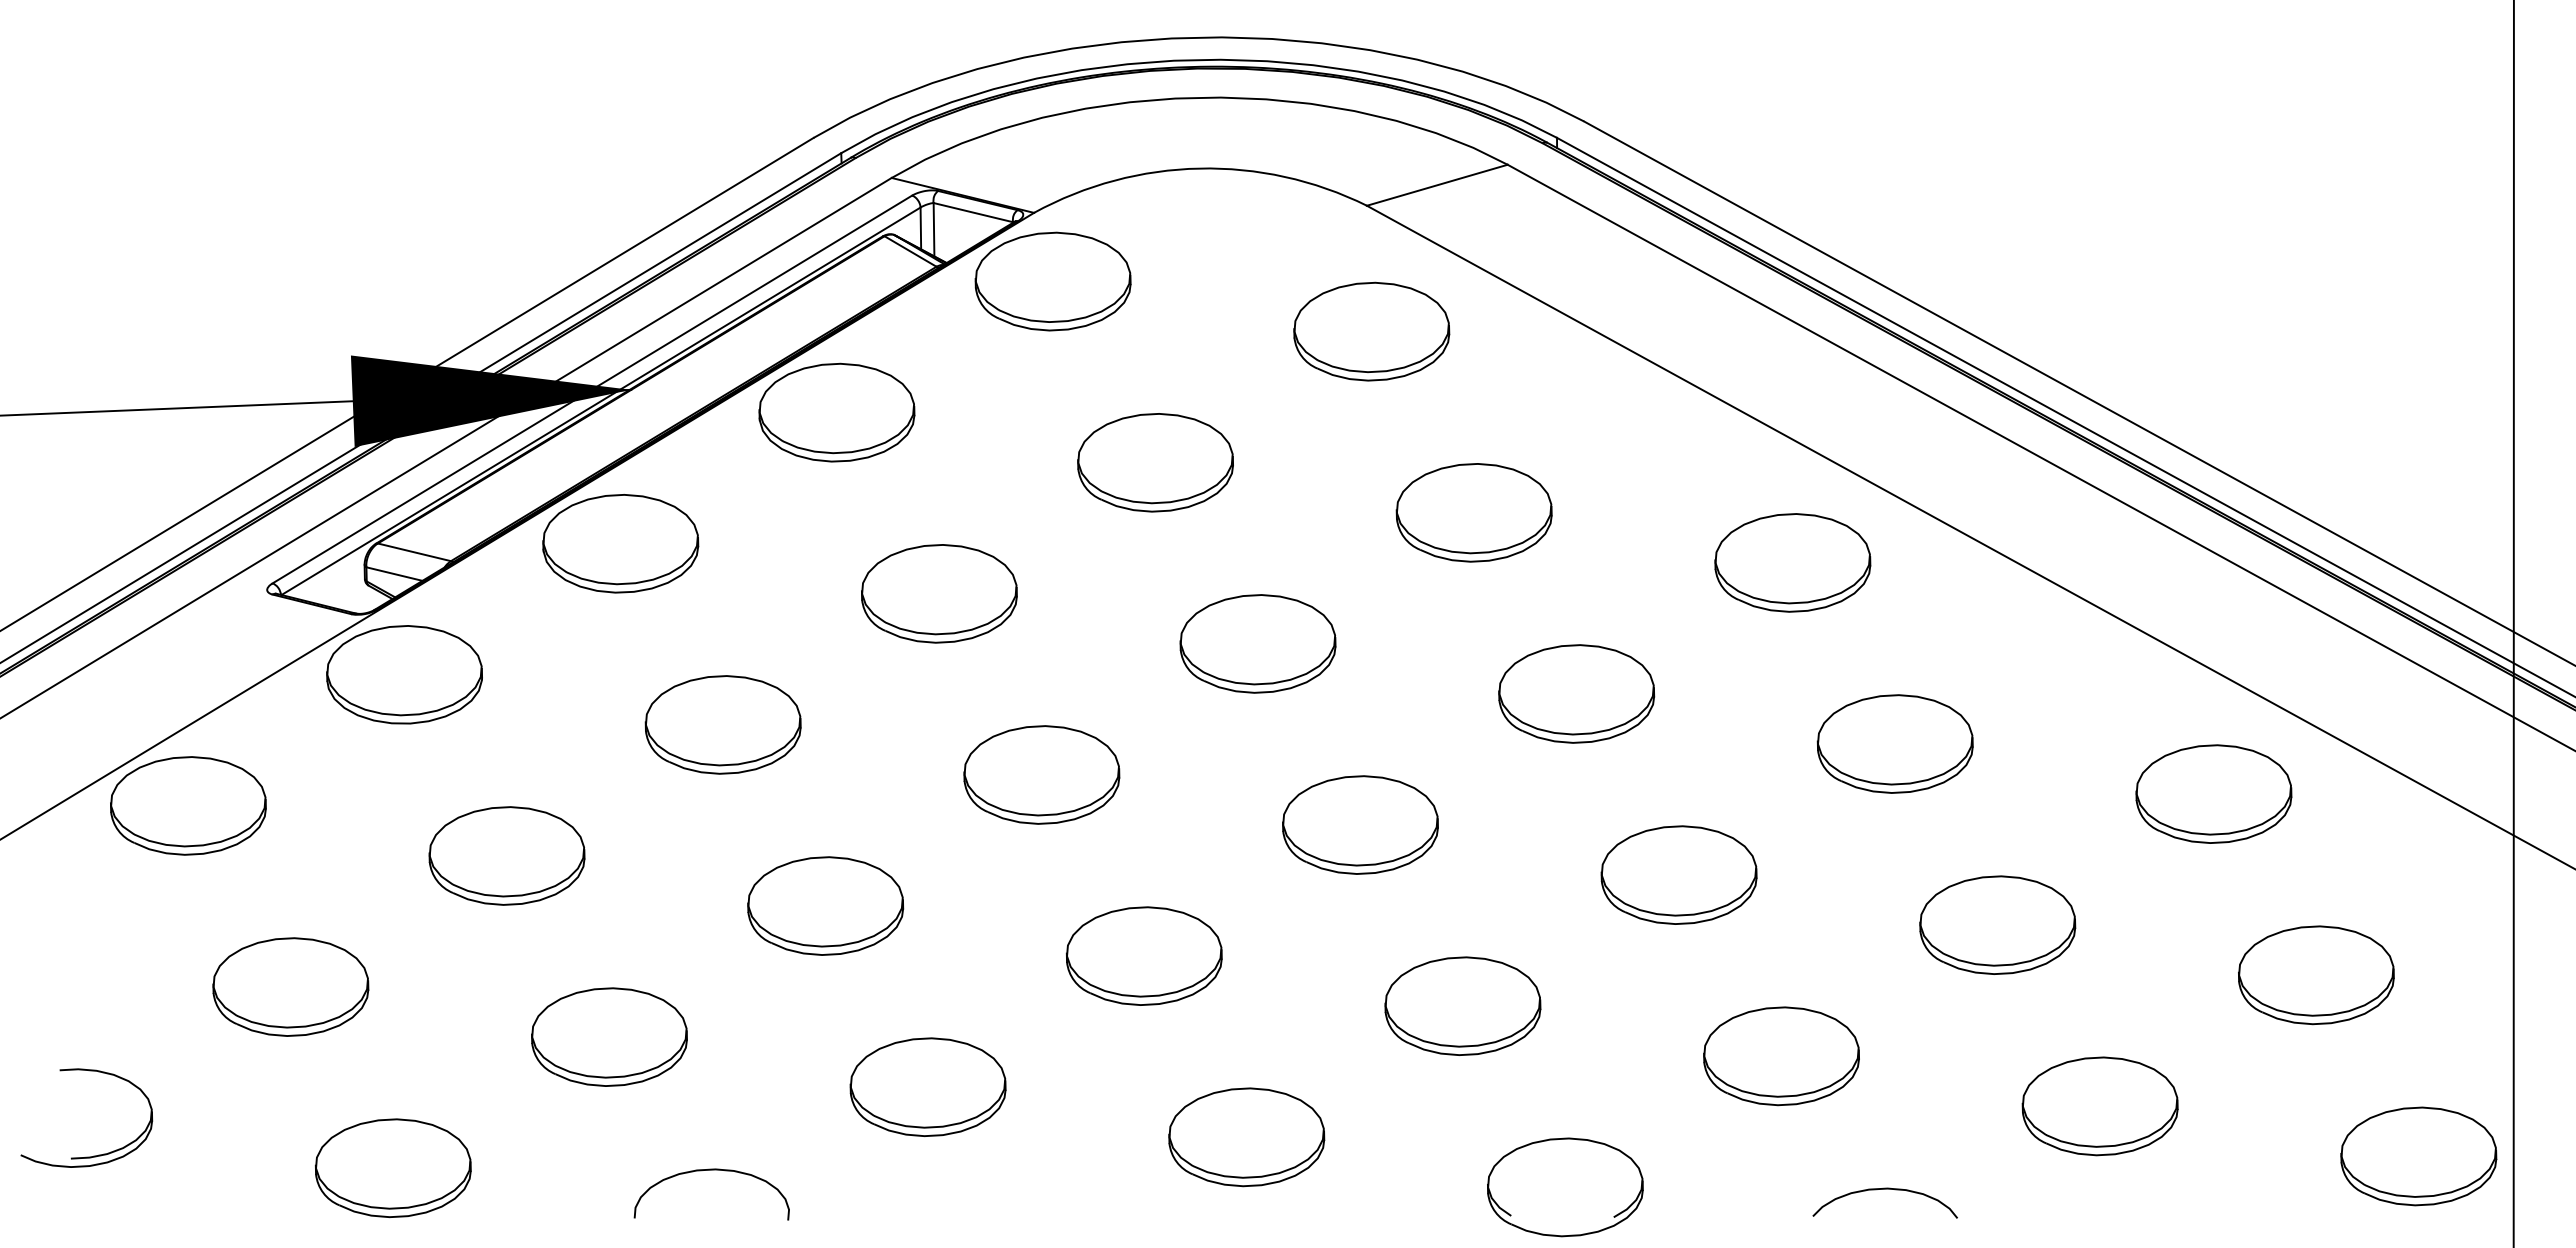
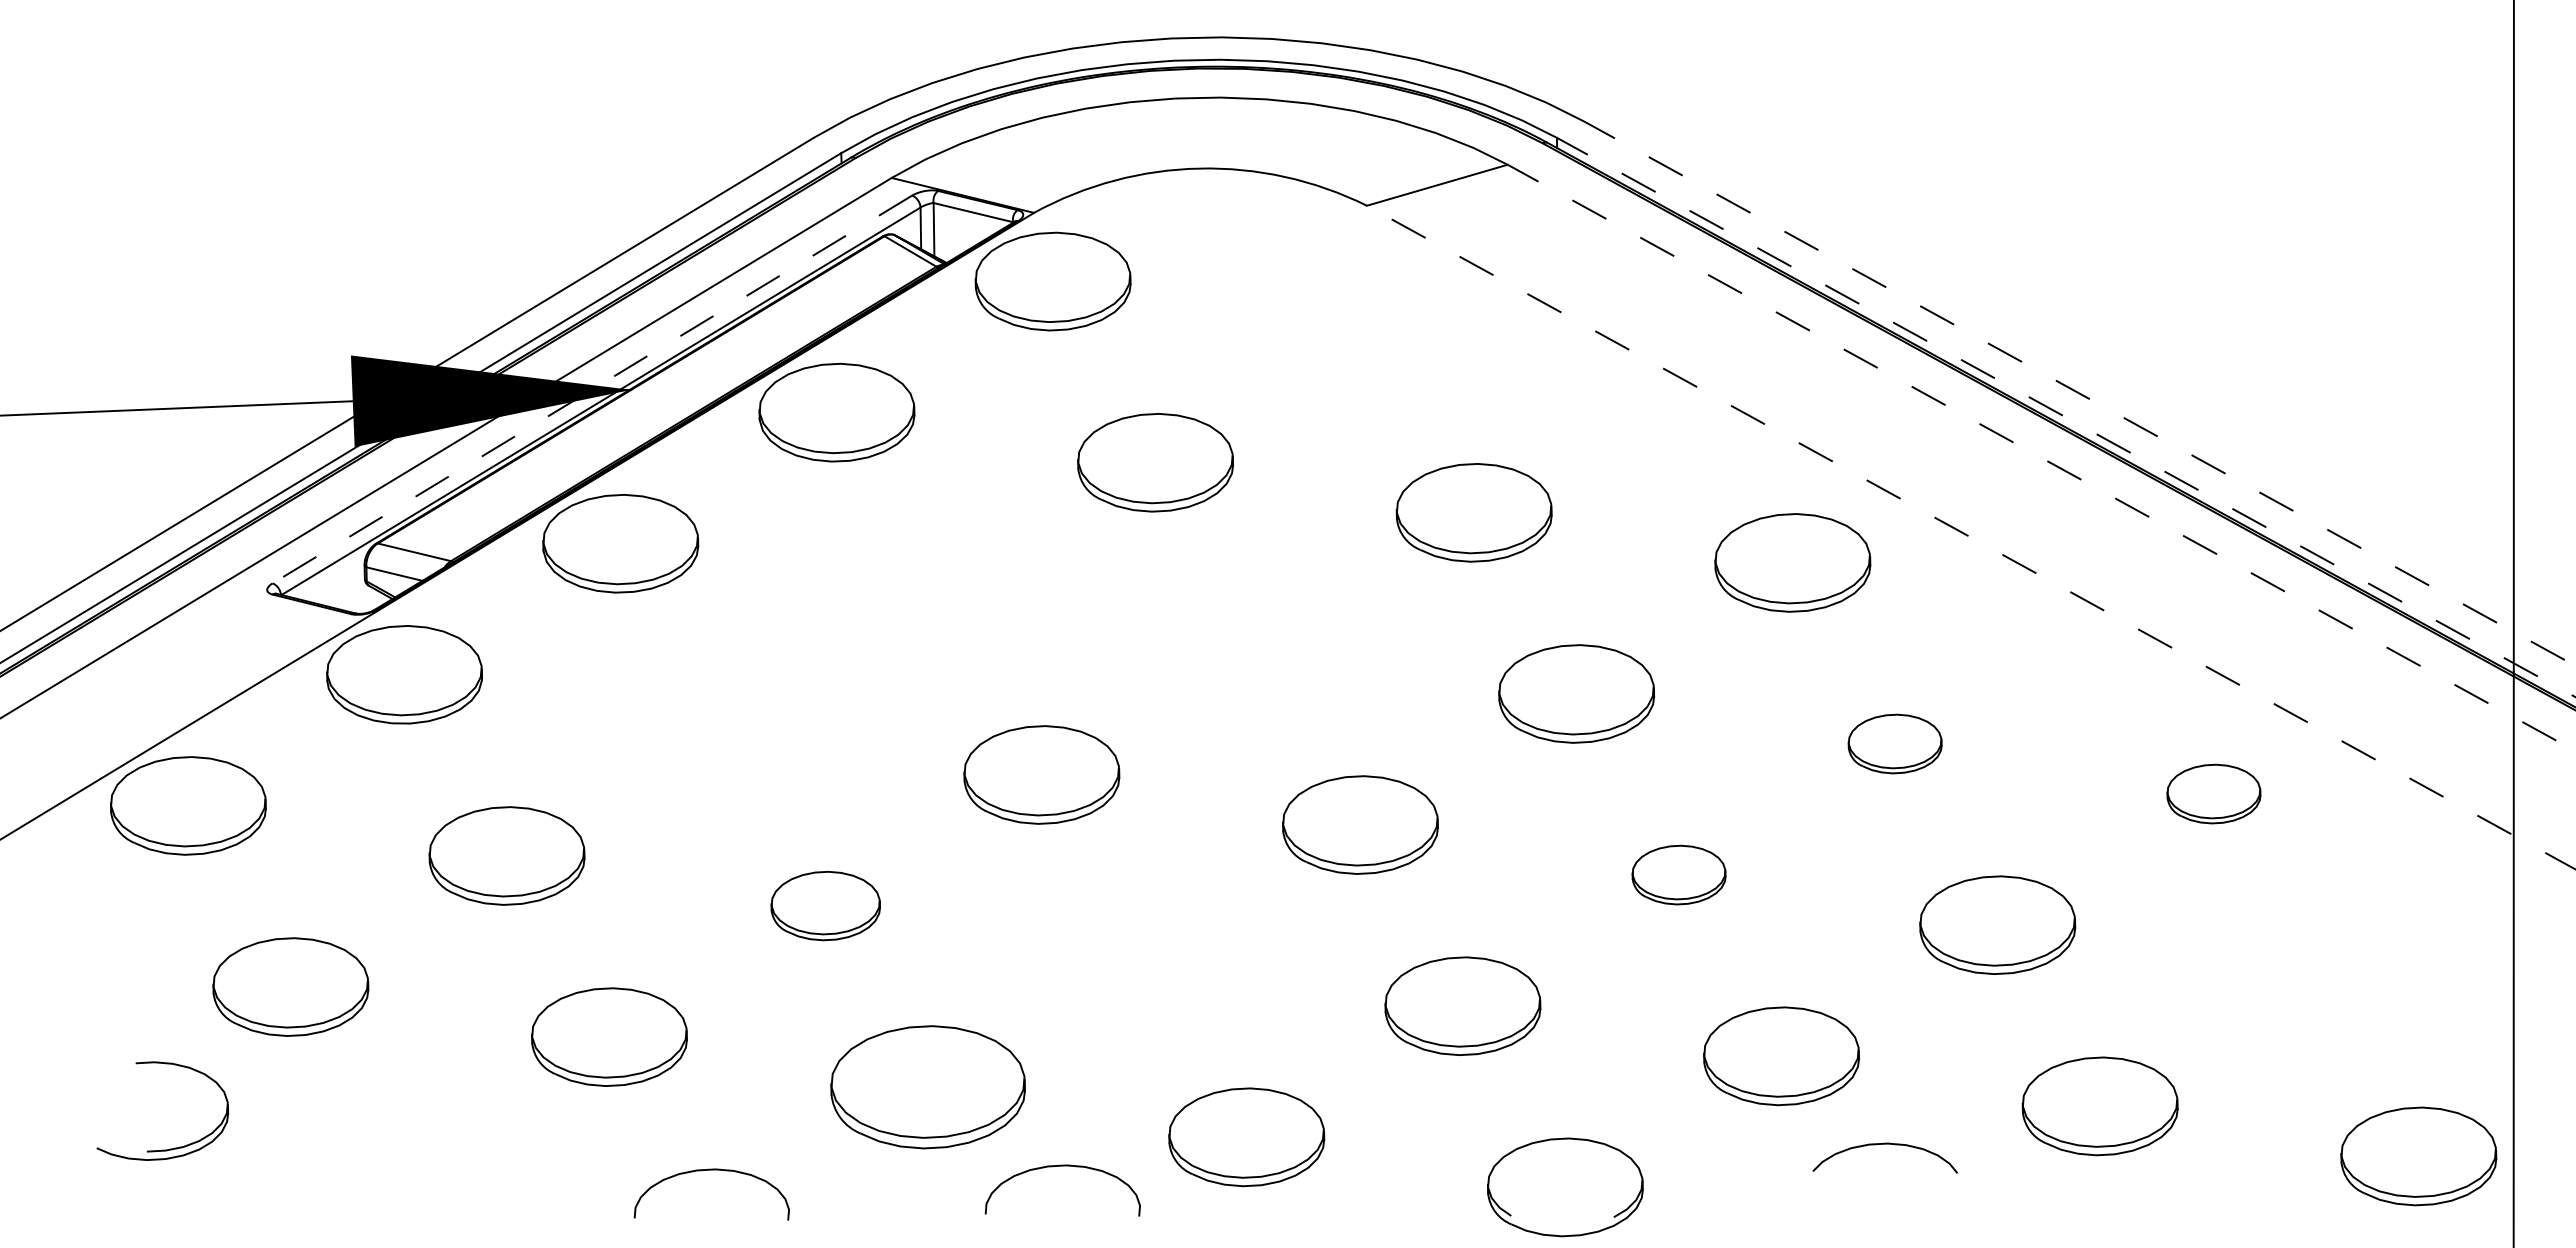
part at (1371, 331): present -> none
line at (592, 389): solid -> dashed
line at (2079, 393): solid -> dashed
line at (2066, 417): solid -> dashed
line at (2041, 457): solid -> dashed
line at (1970, 537): solid -> dashed
part at (939, 593): present -> none
part at (1257, 643): present -> none
part at (722, 724): present -> none
part at (1894, 743) size: 158x100 px -> 96x62 px
part at (2213, 793) size: 158x100 px -> 96x62 px
part at (1678, 874) size: 158x100 px -> 96x62 px
part at (825, 905) size: 158x100 px -> 111x72 px
part at (1144, 955): present -> none
part at (2316, 975): present -> none
part at (927, 1086) size: 158x100 px -> 196x125 px
part at (93, 1155) position: (93, 1155) -> (169, 1148)
curve at (1062, 1166): none -> present
part at (393, 1167): present -> none
curve at (1884, 1189) position: (1884, 1189) -> (1884, 1144)
